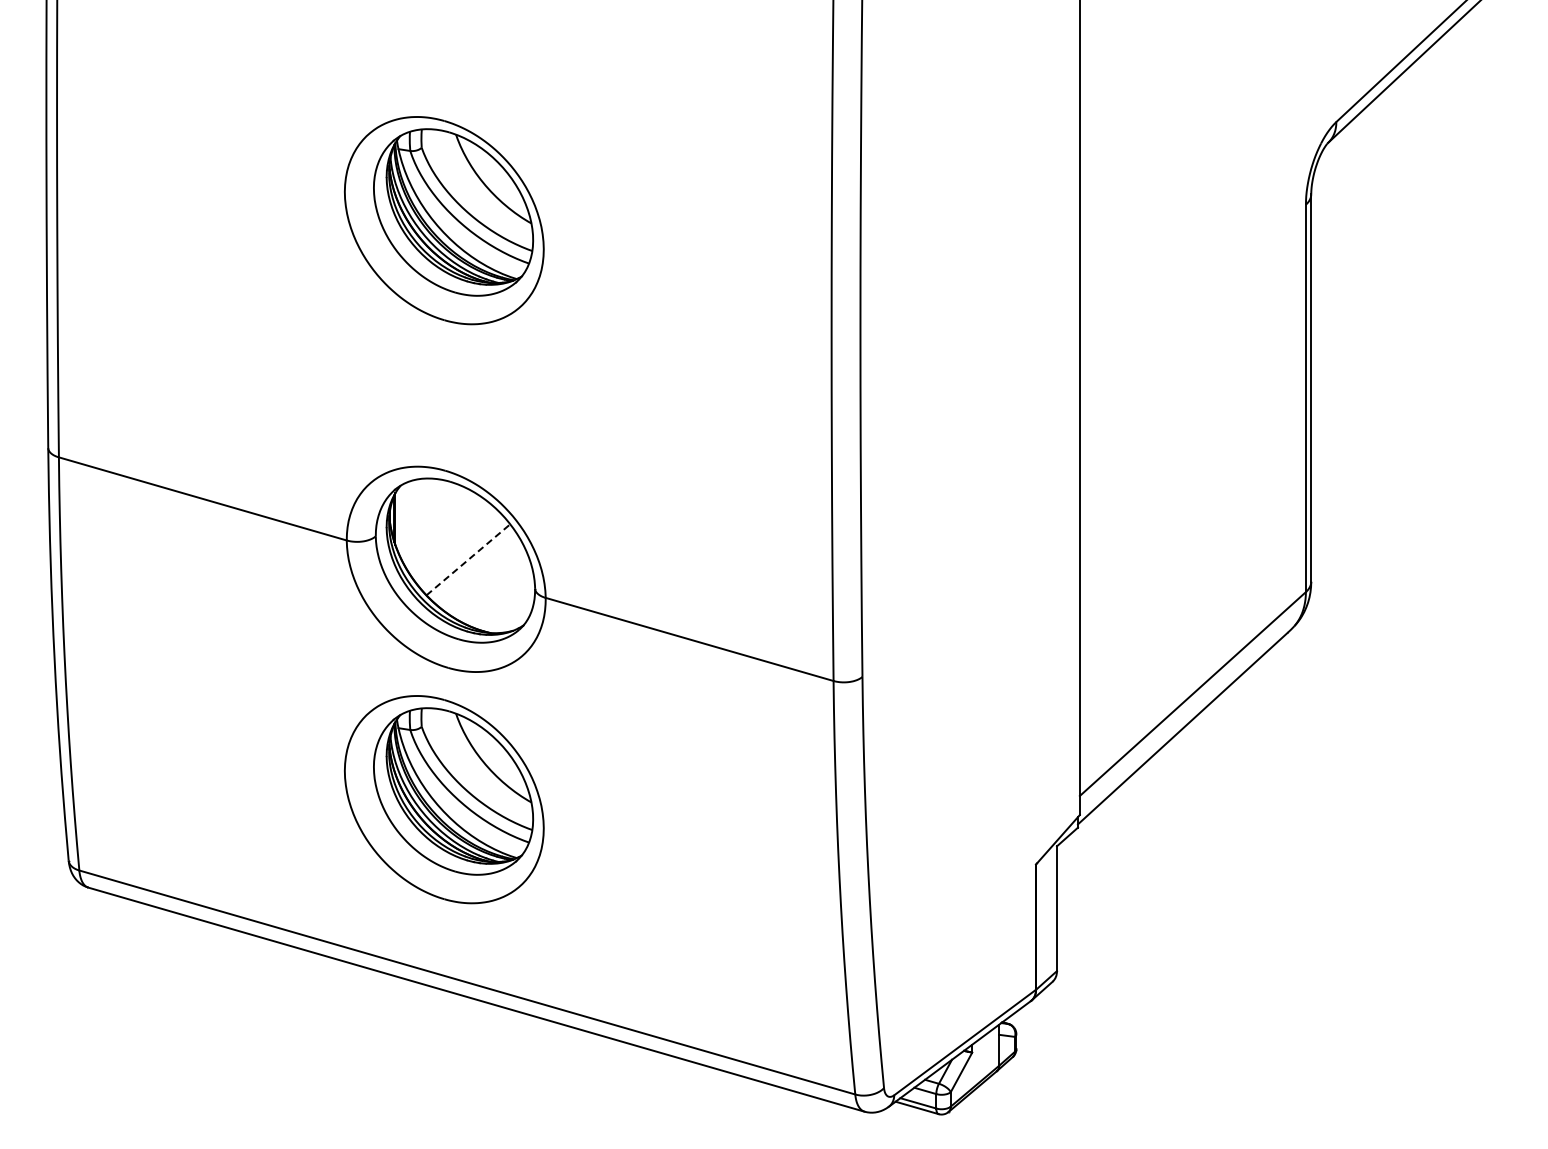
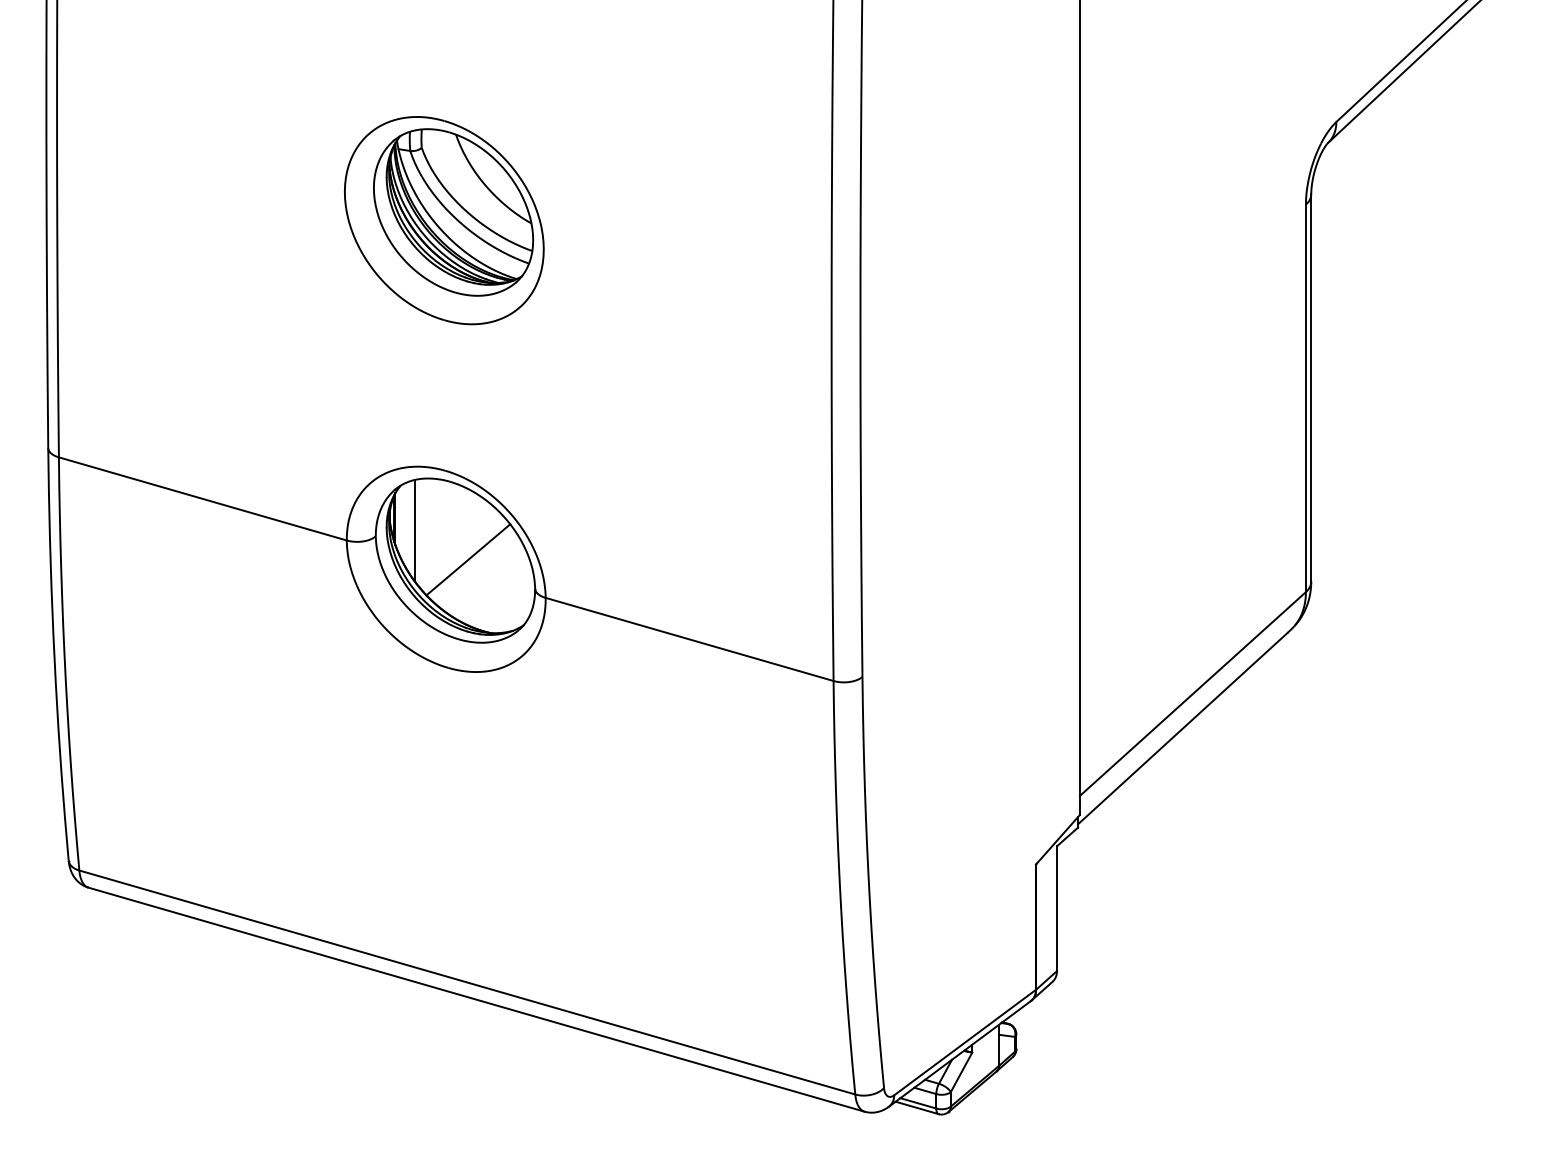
line at (414, 530): none -> present
line at (468, 559): dashed -> solid
part at (444, 799): present -> none
